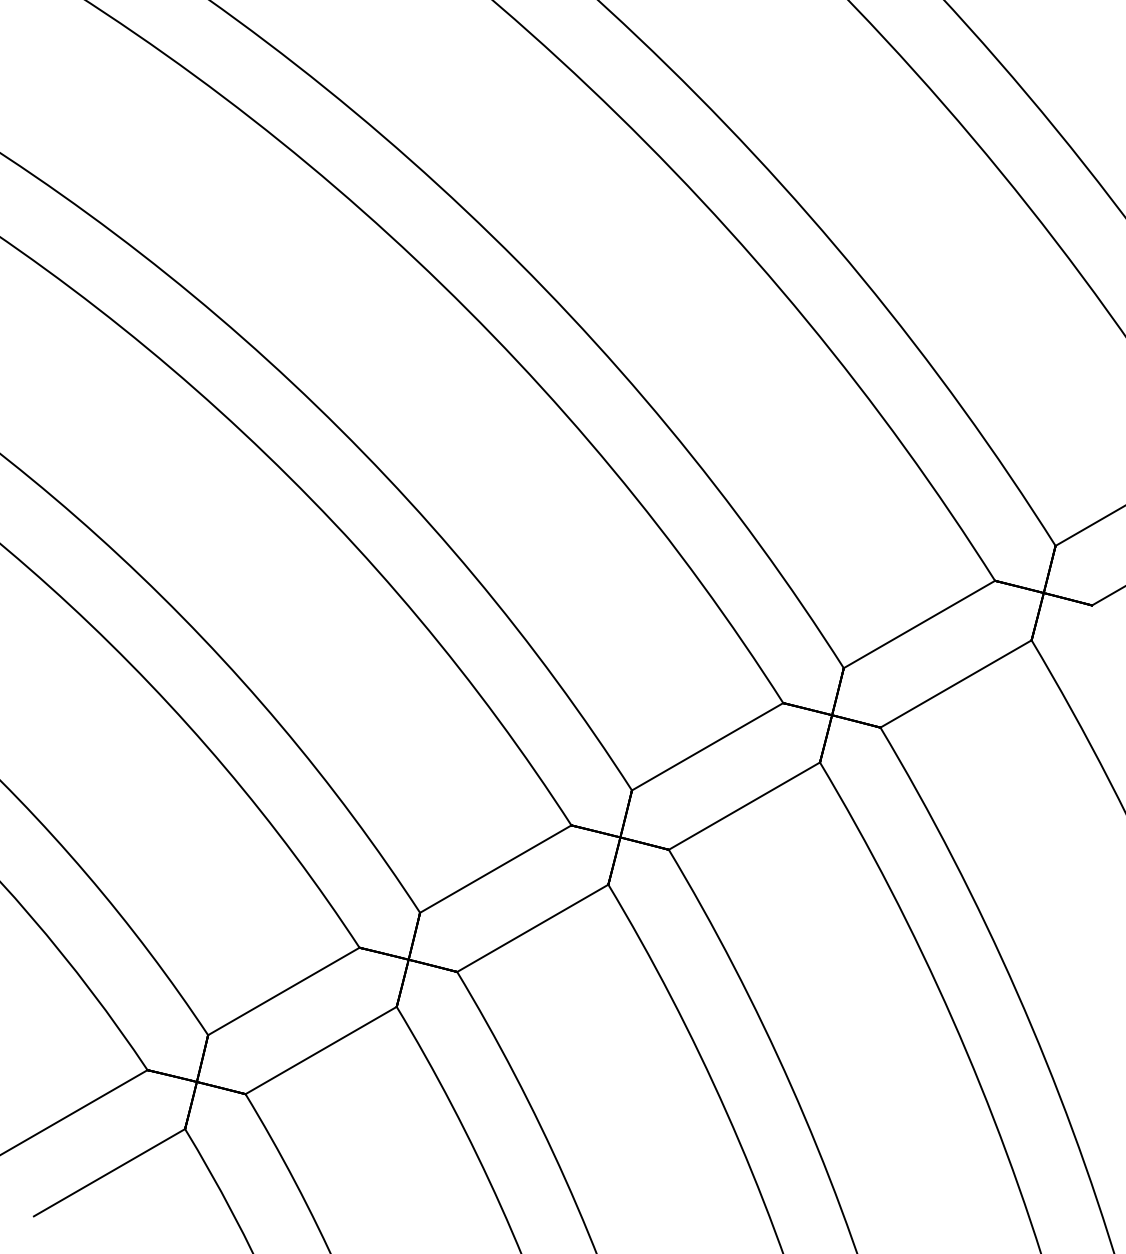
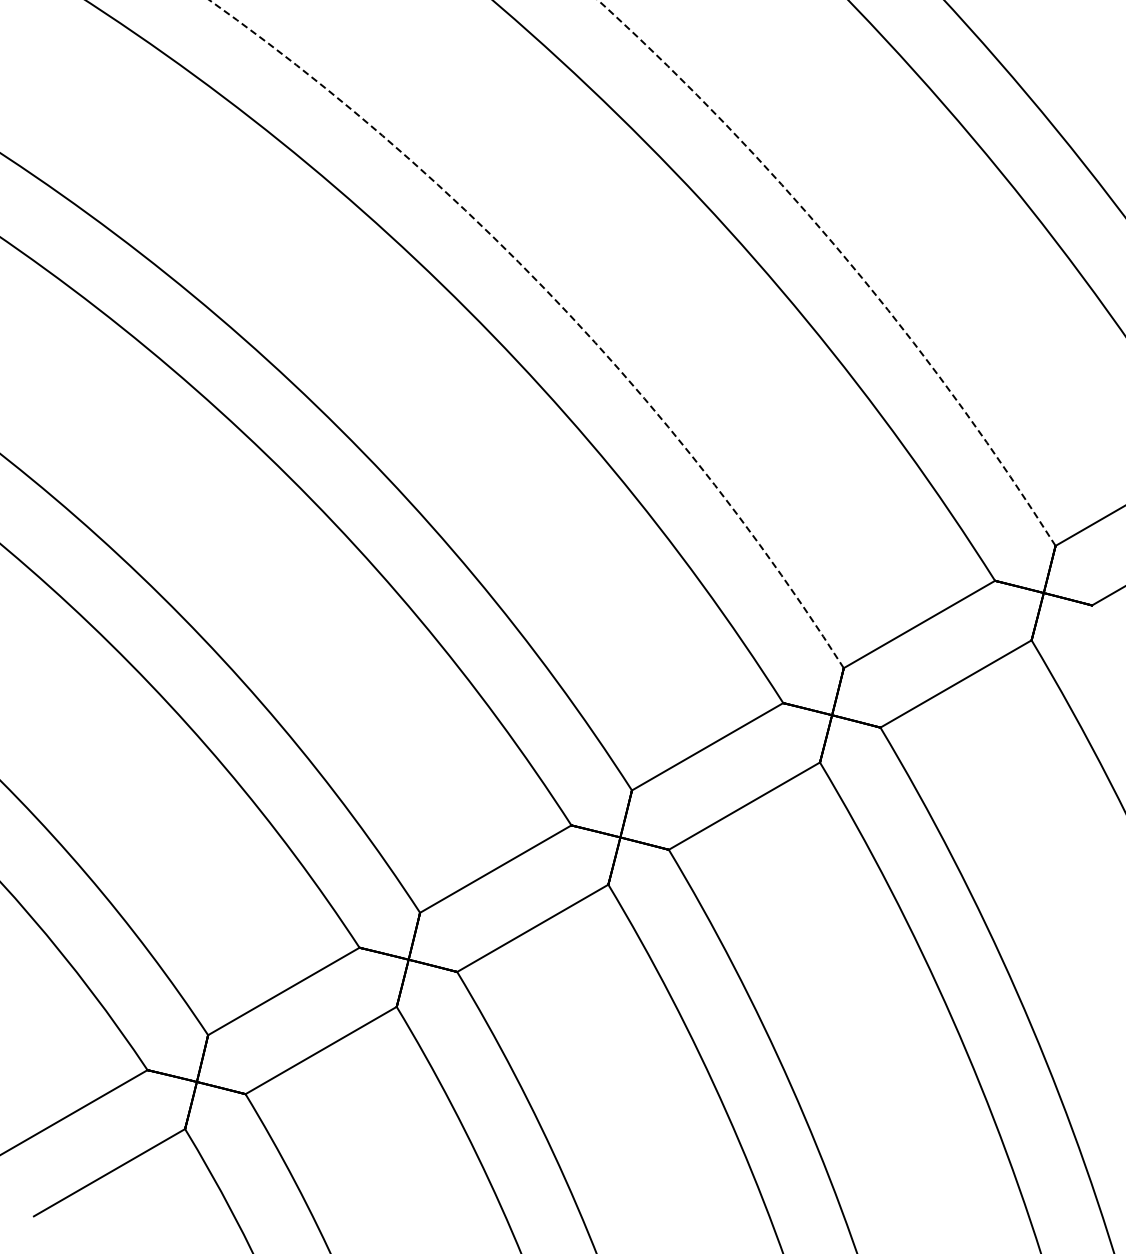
arc at (844, 256): solid -> dashed
arc at (558, 302): solid -> dashed
